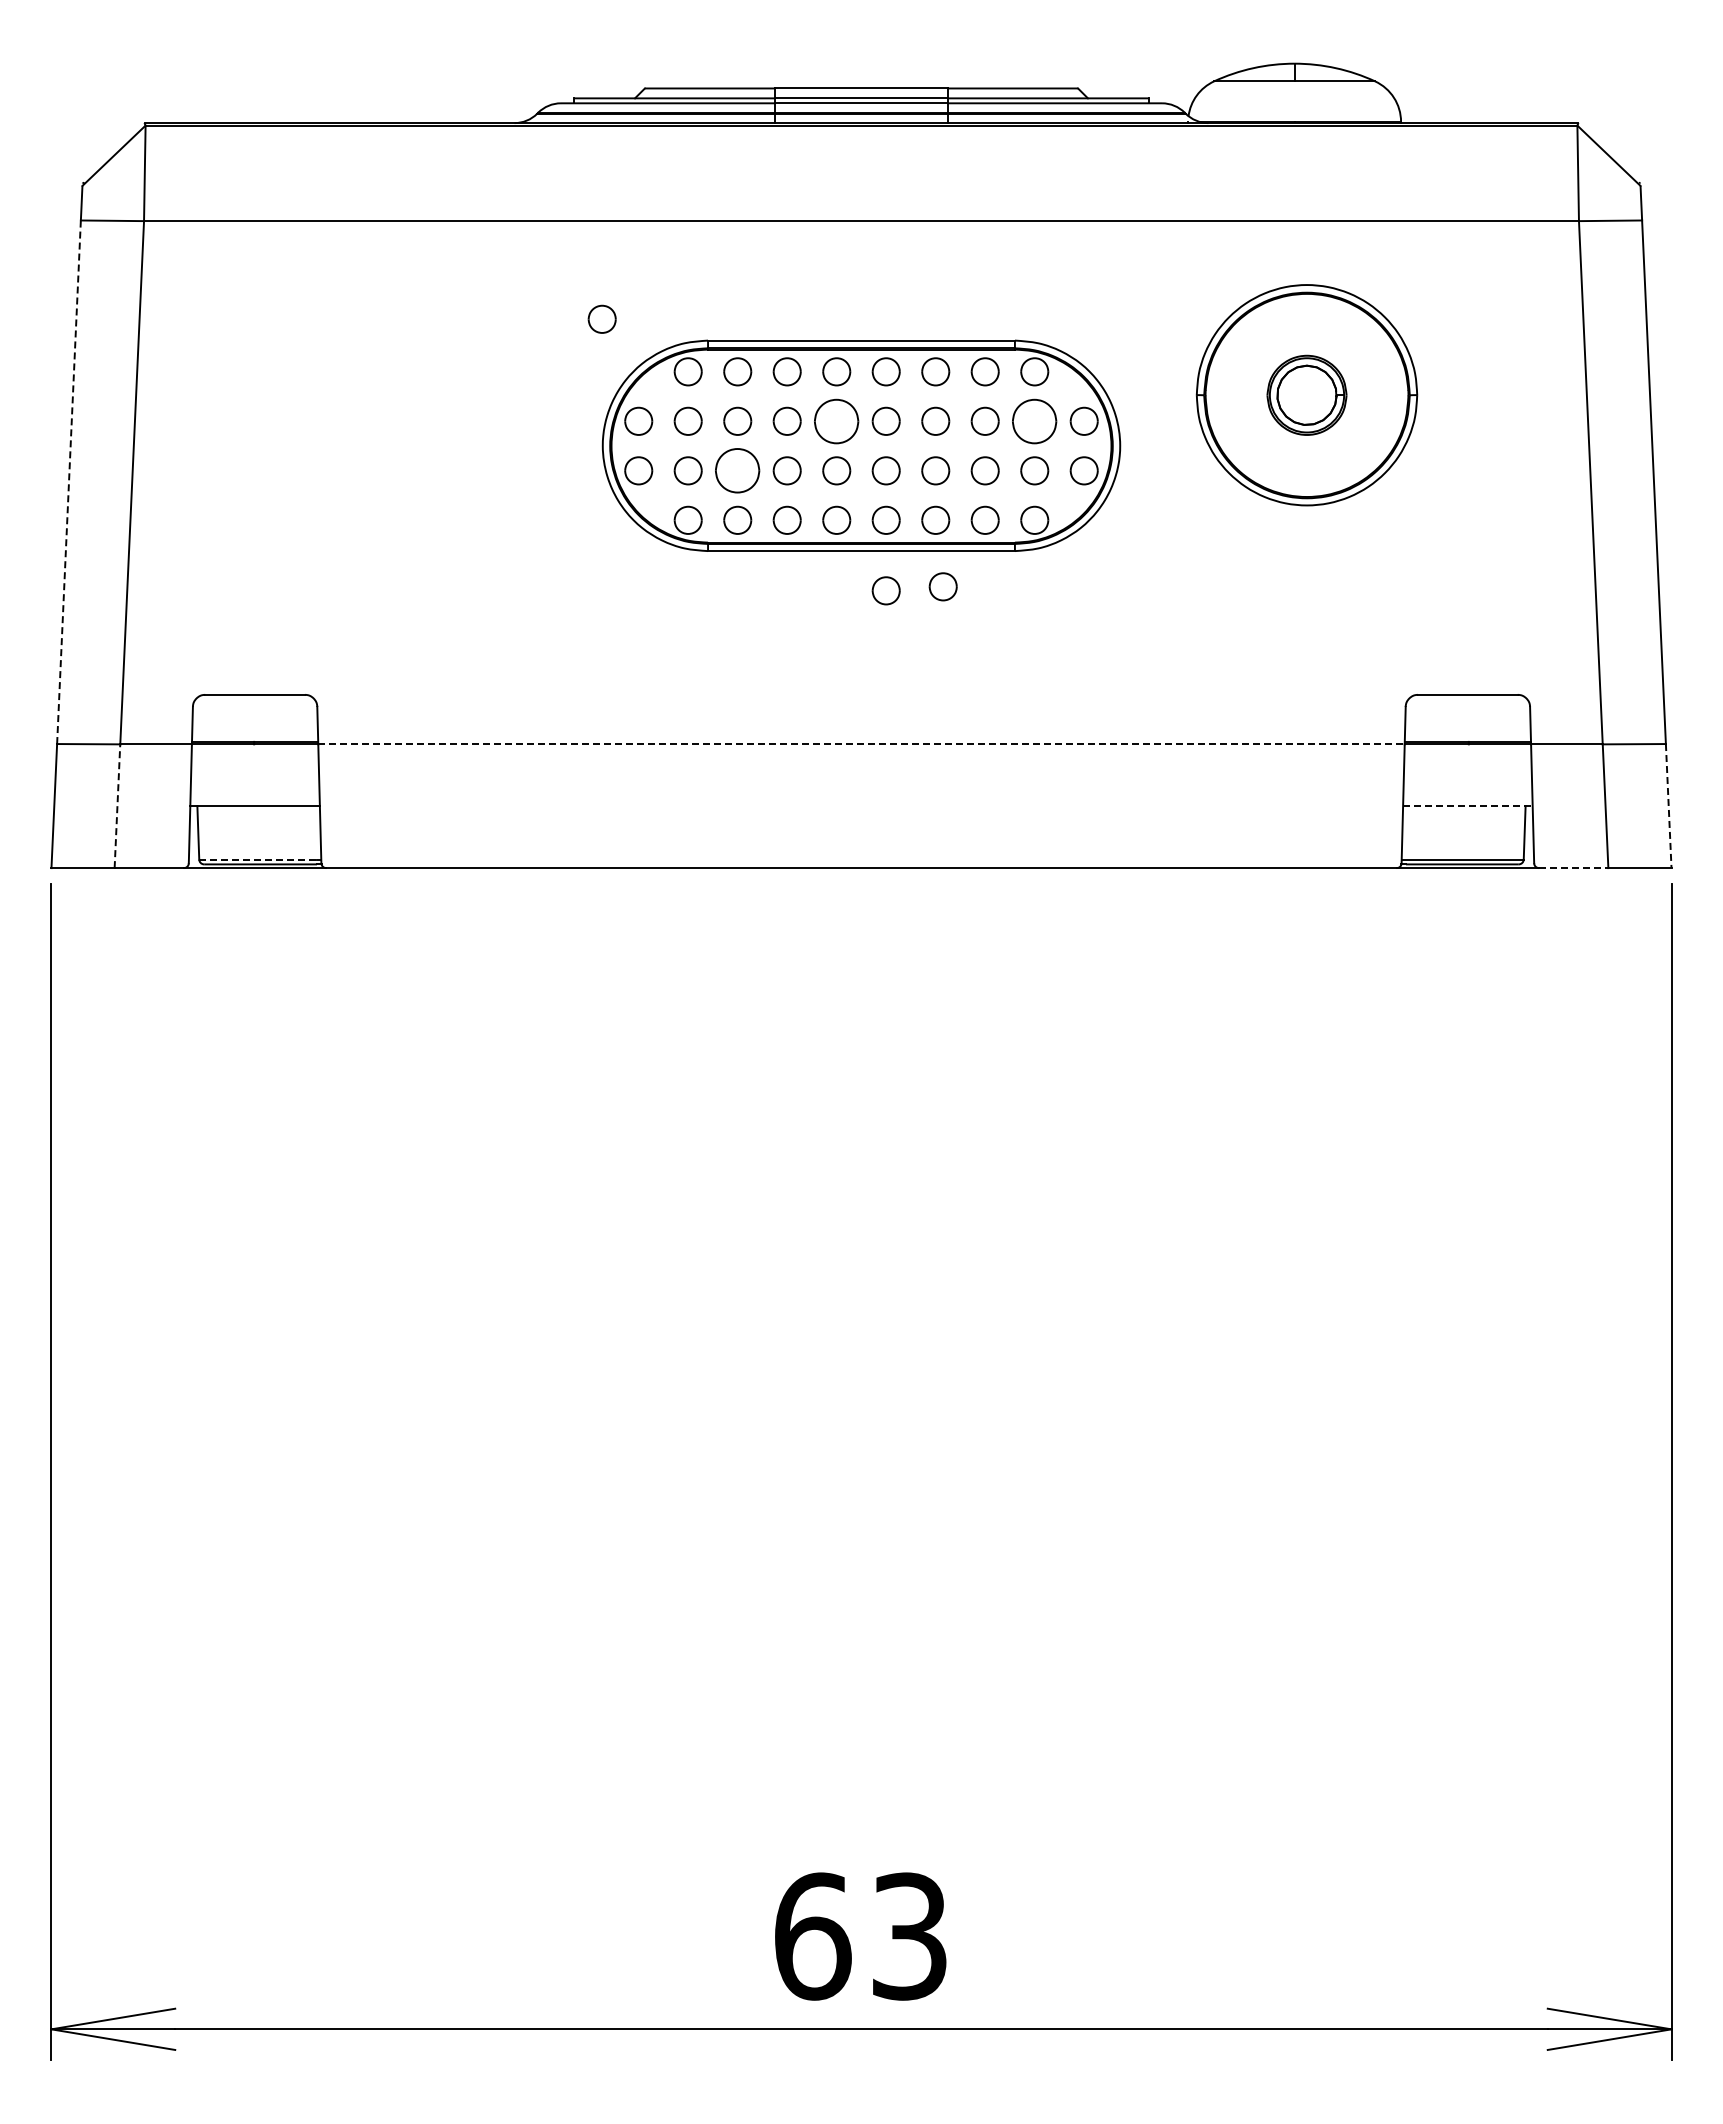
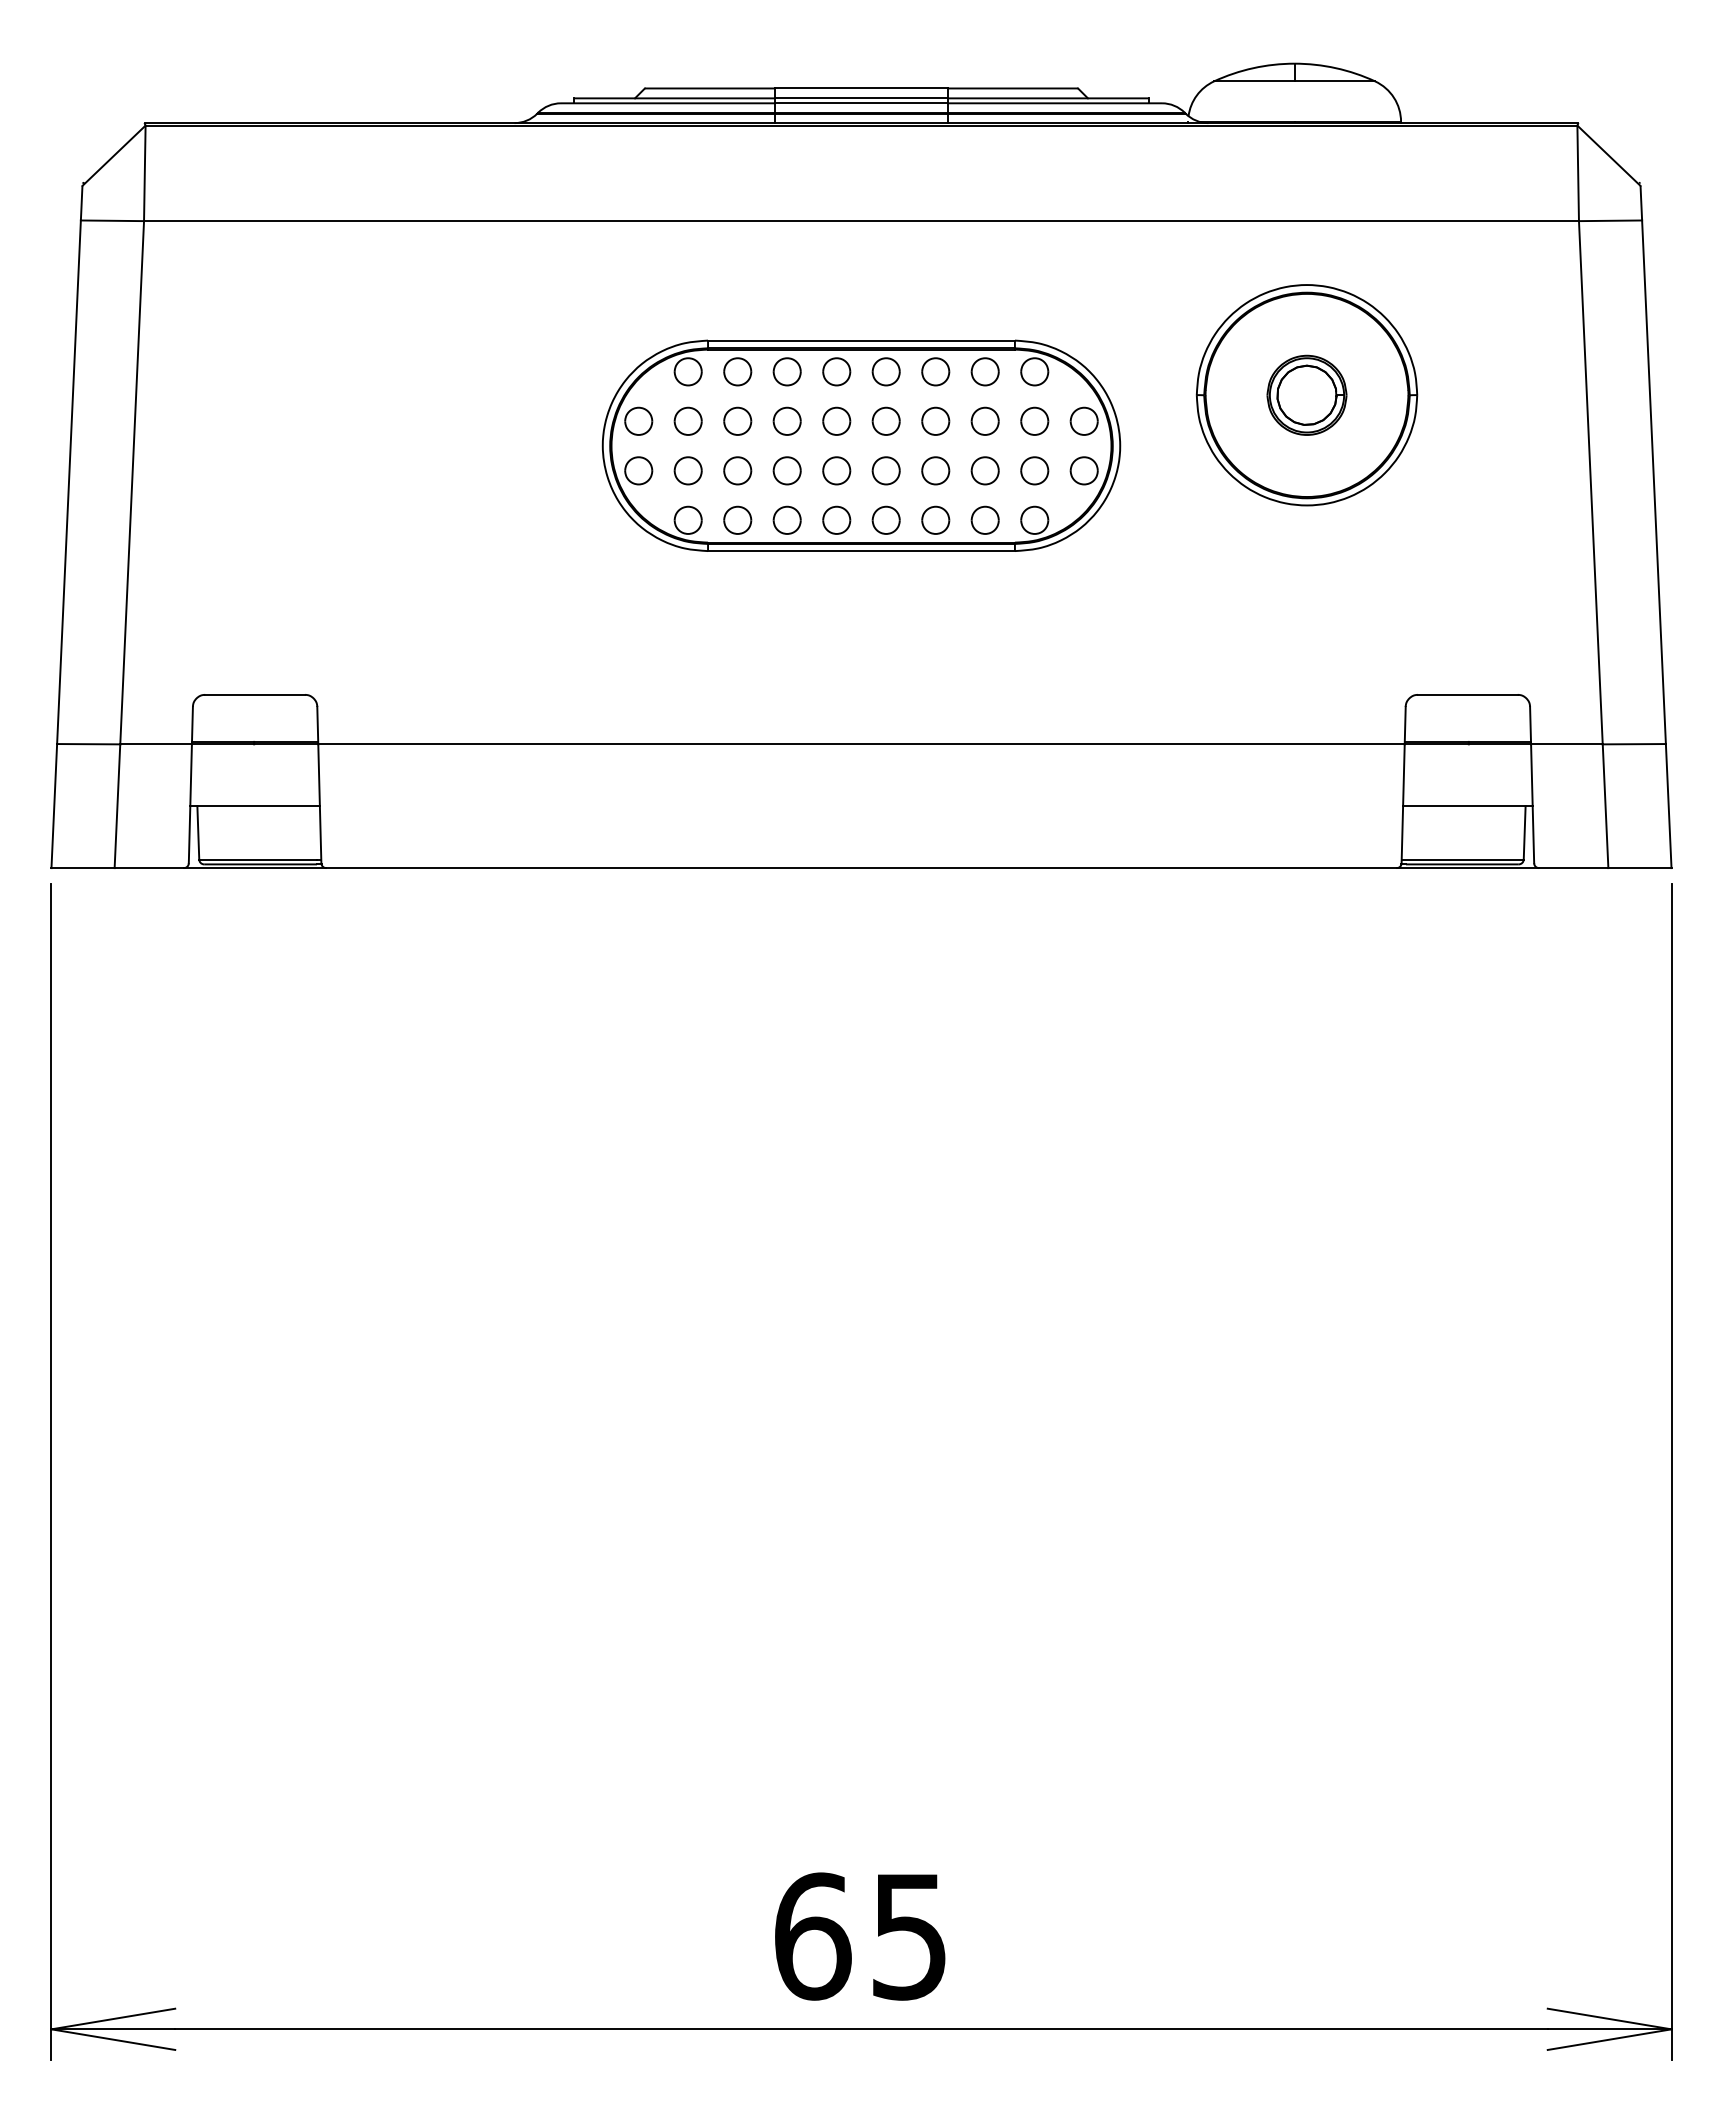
part at (601, 318): present -> none
part at (836, 421) size: 46x47 px -> 30x30 px
part at (1034, 421) size: 46x47 px -> 30x30 px
part at (737, 470) size: 46x46 px -> 30x30 px
line at (69, 481): dashed -> solid
part at (942, 586): present -> none
part at (885, 590): present -> none
line at (862, 744): dashed -> solid
line at (117, 806): dashed -> solid
line at (1467, 806): dashed -> solid
line at (1668, 806): dashed -> solid
line at (258, 859): dashed -> solid
line at (1573, 868): dashed -> solid
text at (909, 1936): 63 -> 65
